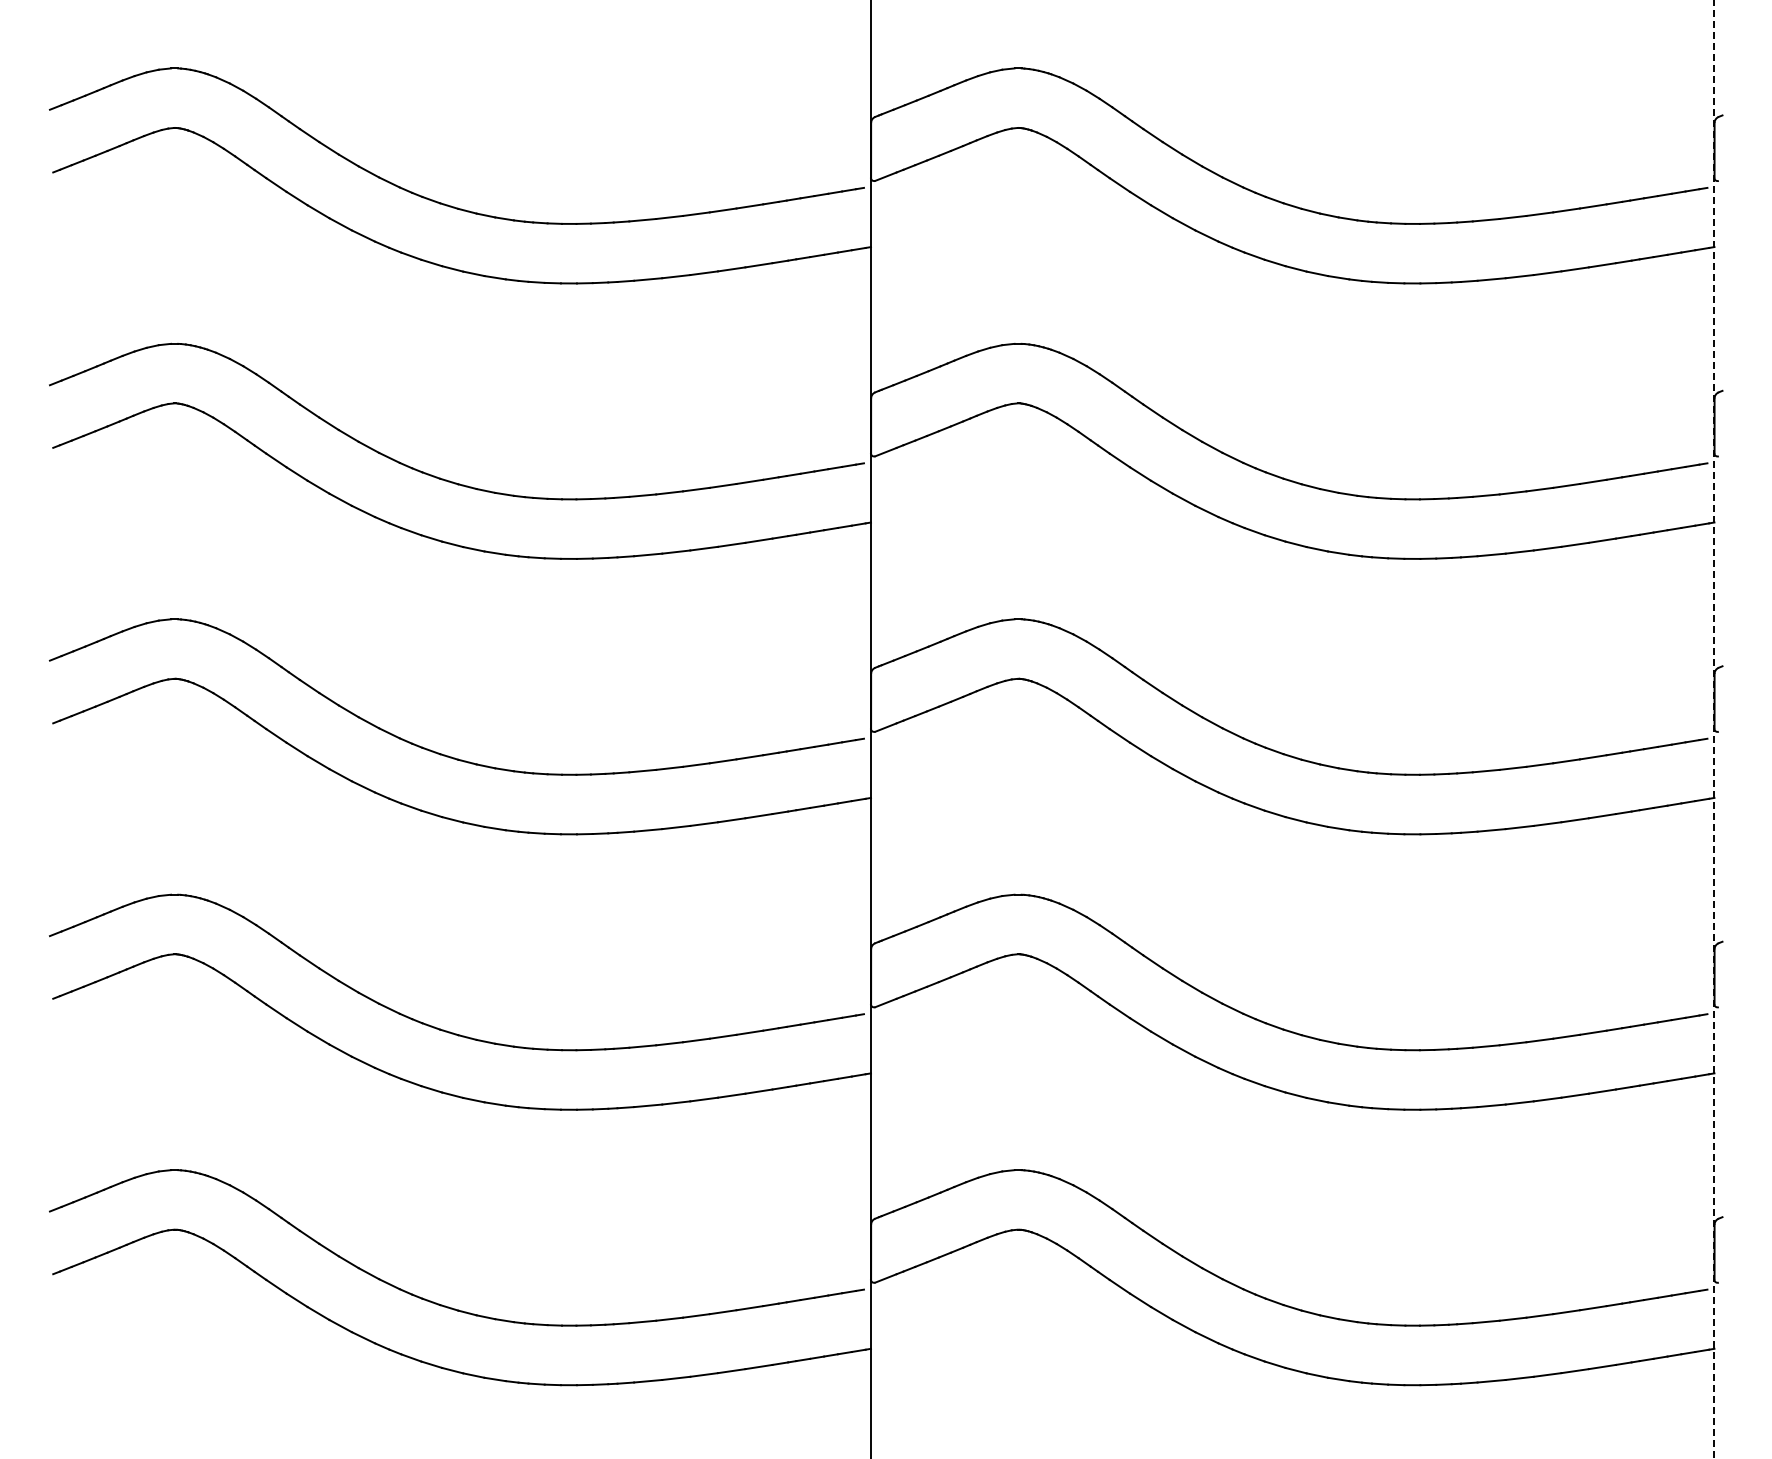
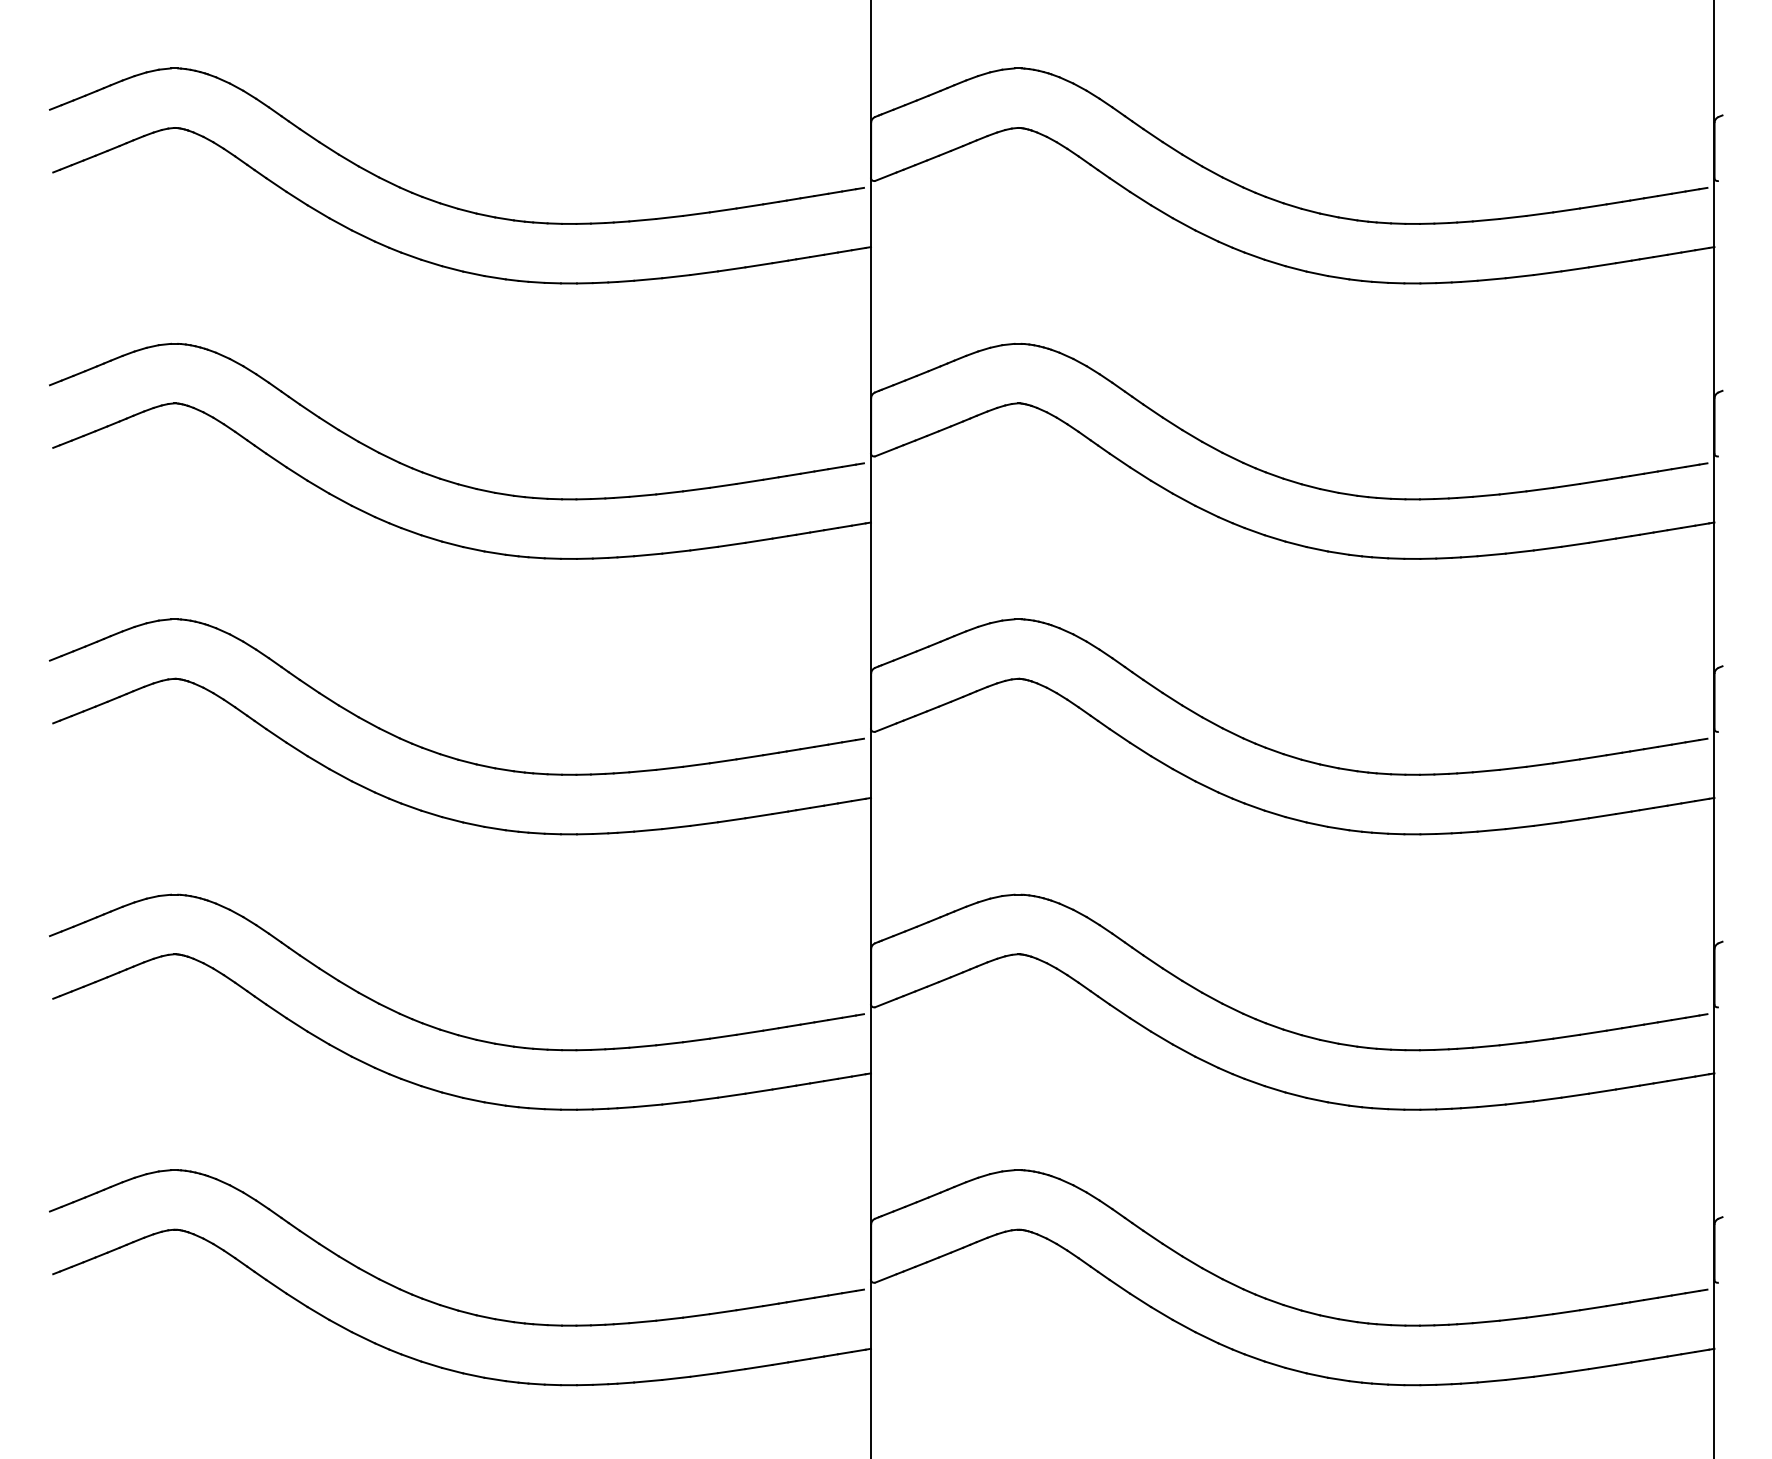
line at (1714, 729): dashed -> solid
